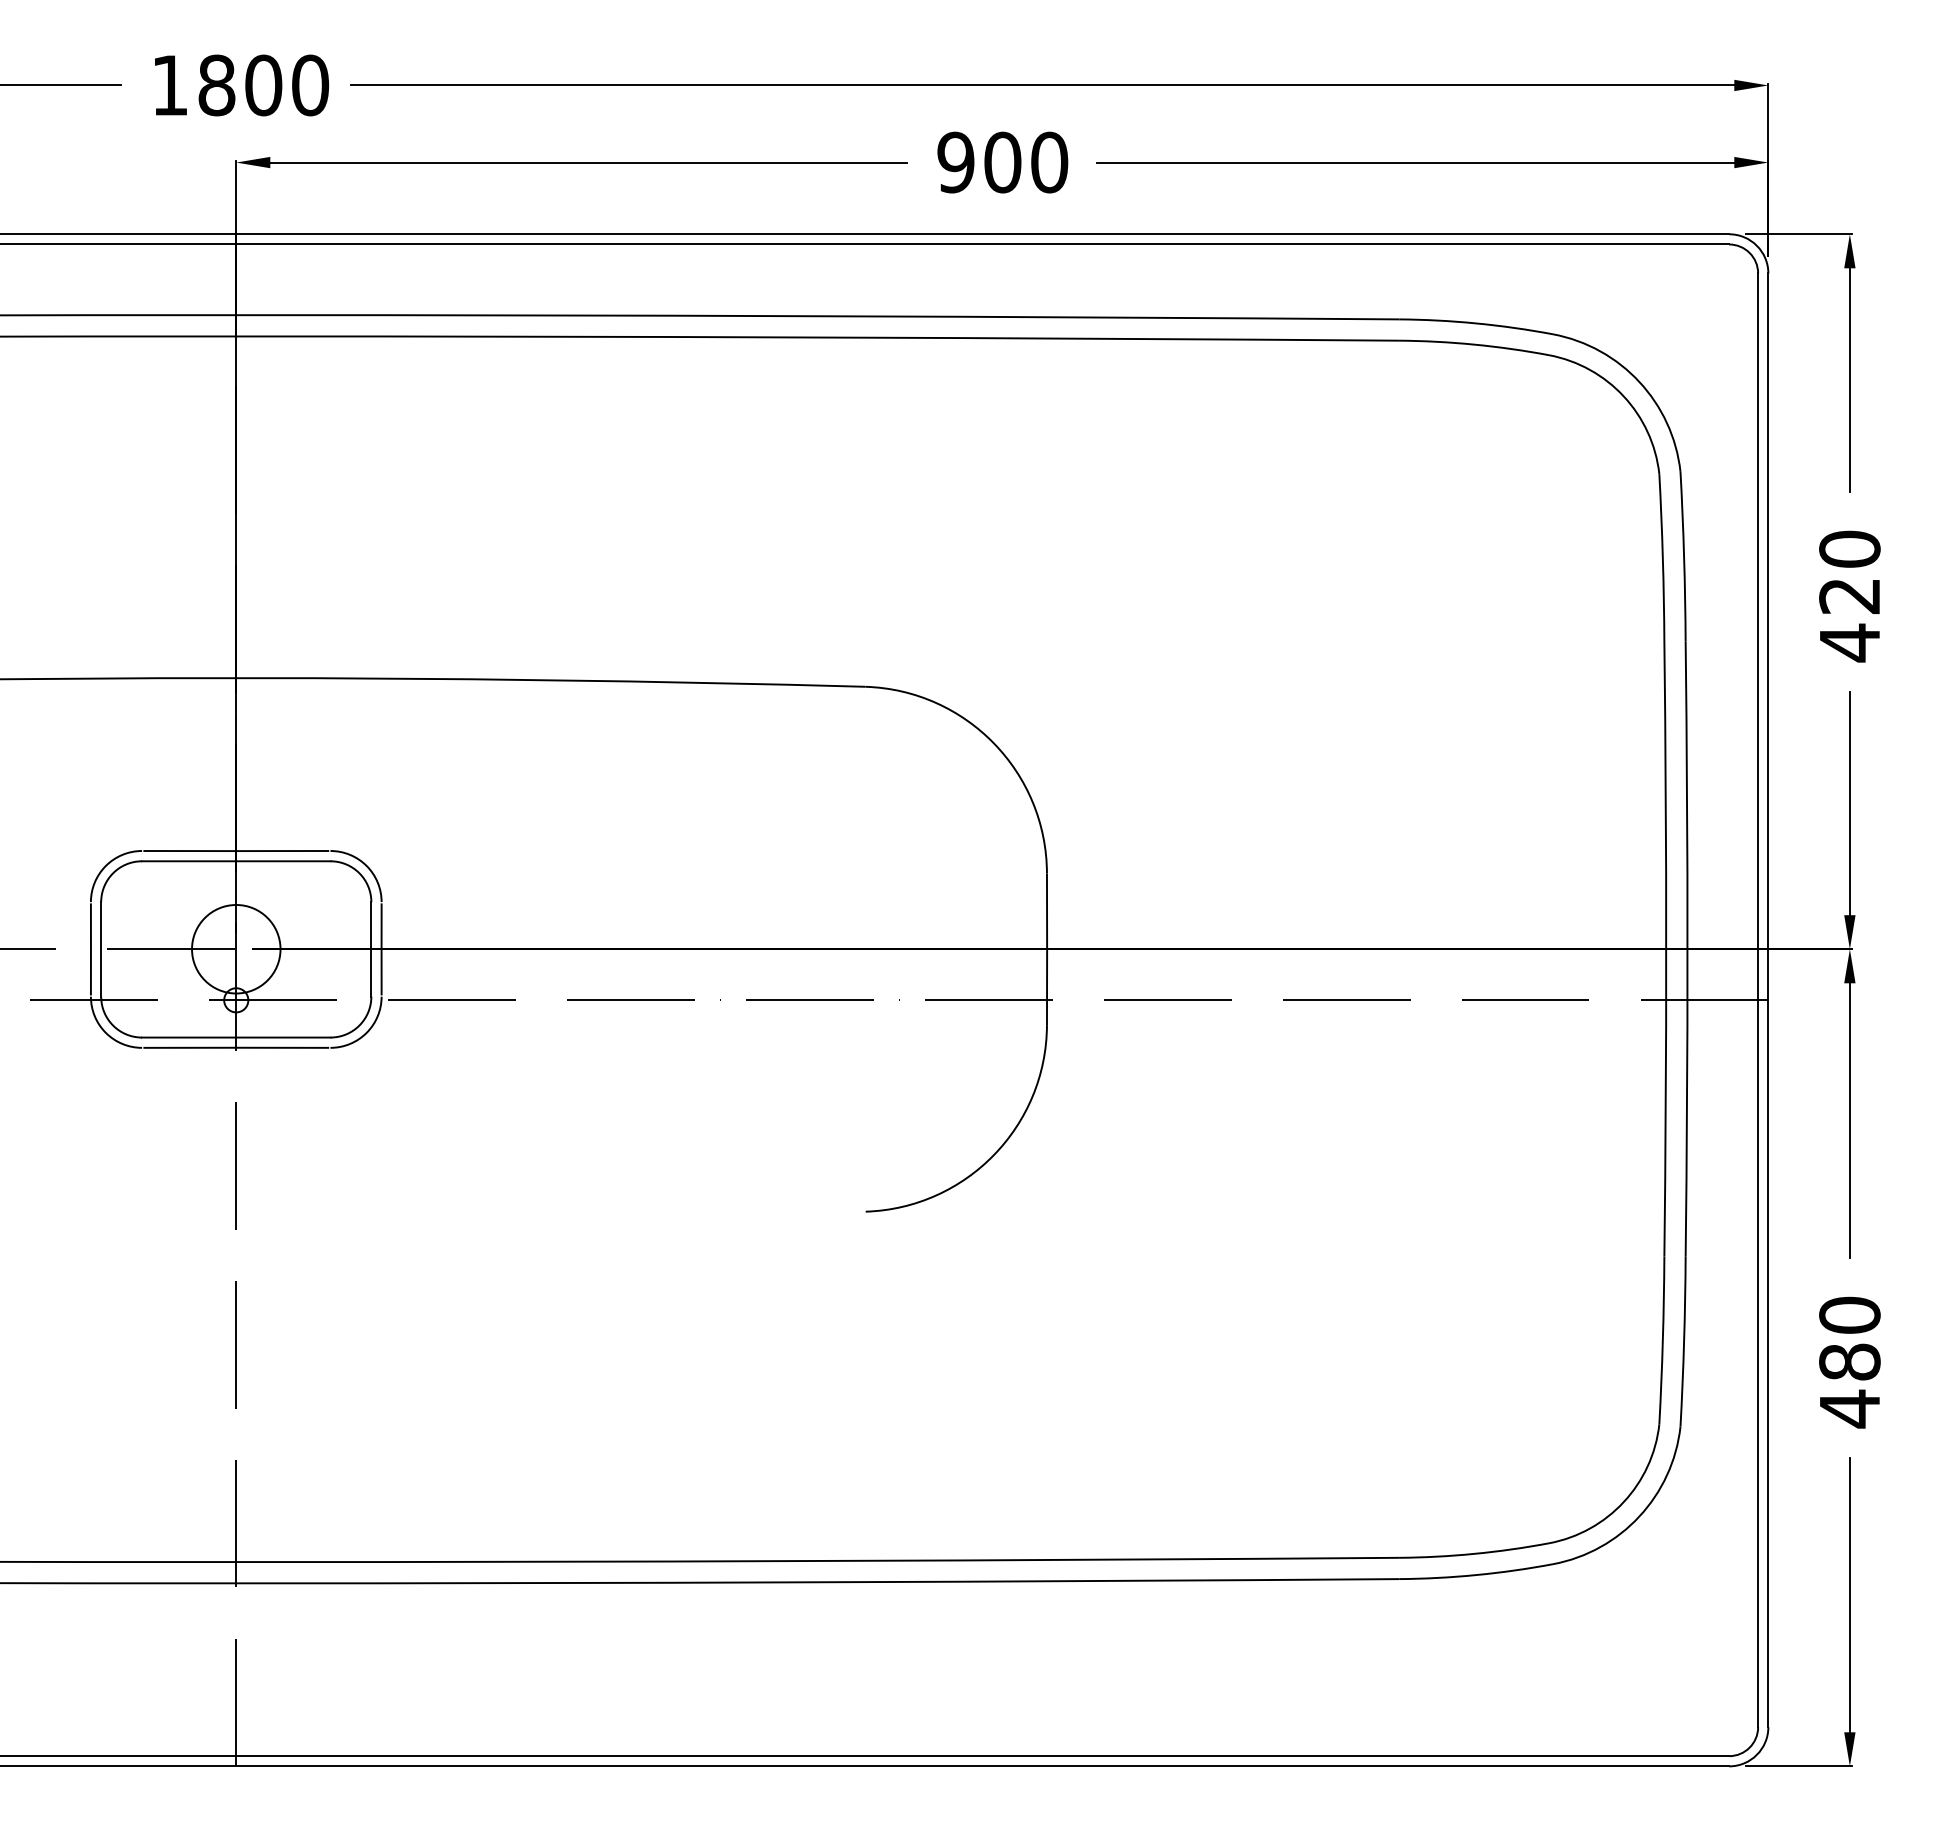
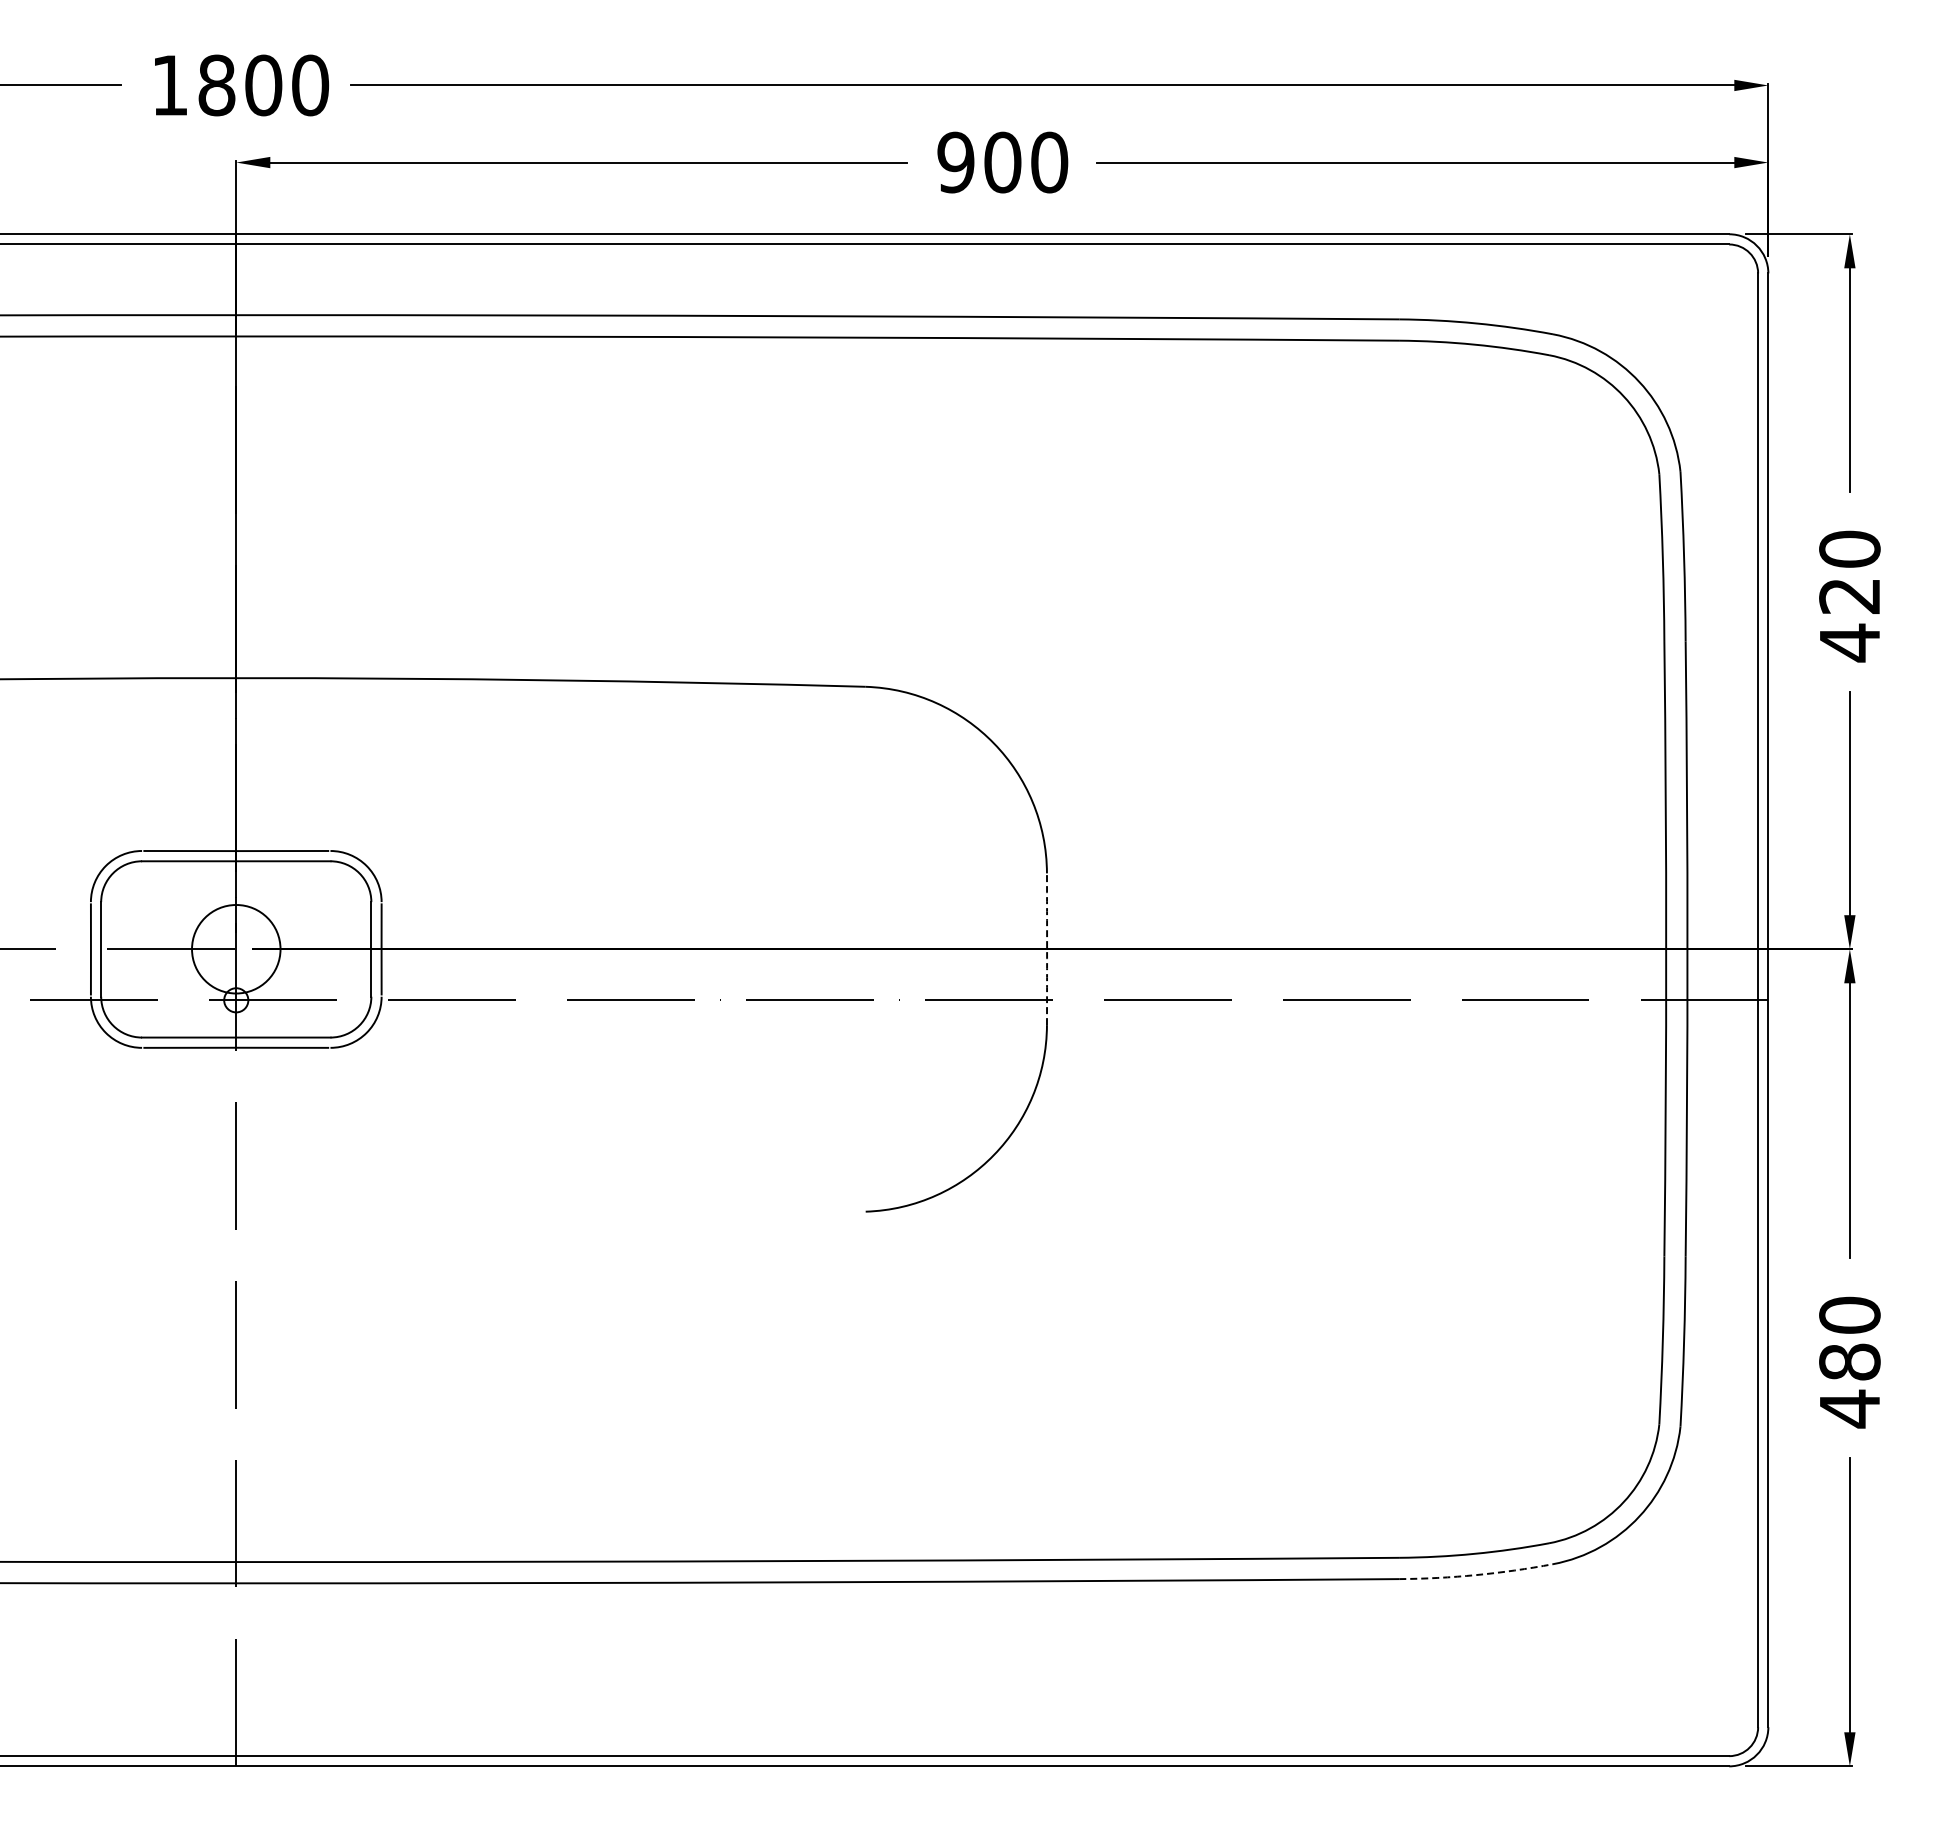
arc at (1047, 949): solid -> dashed
arc at (1476, 1575): solid -> dashed
